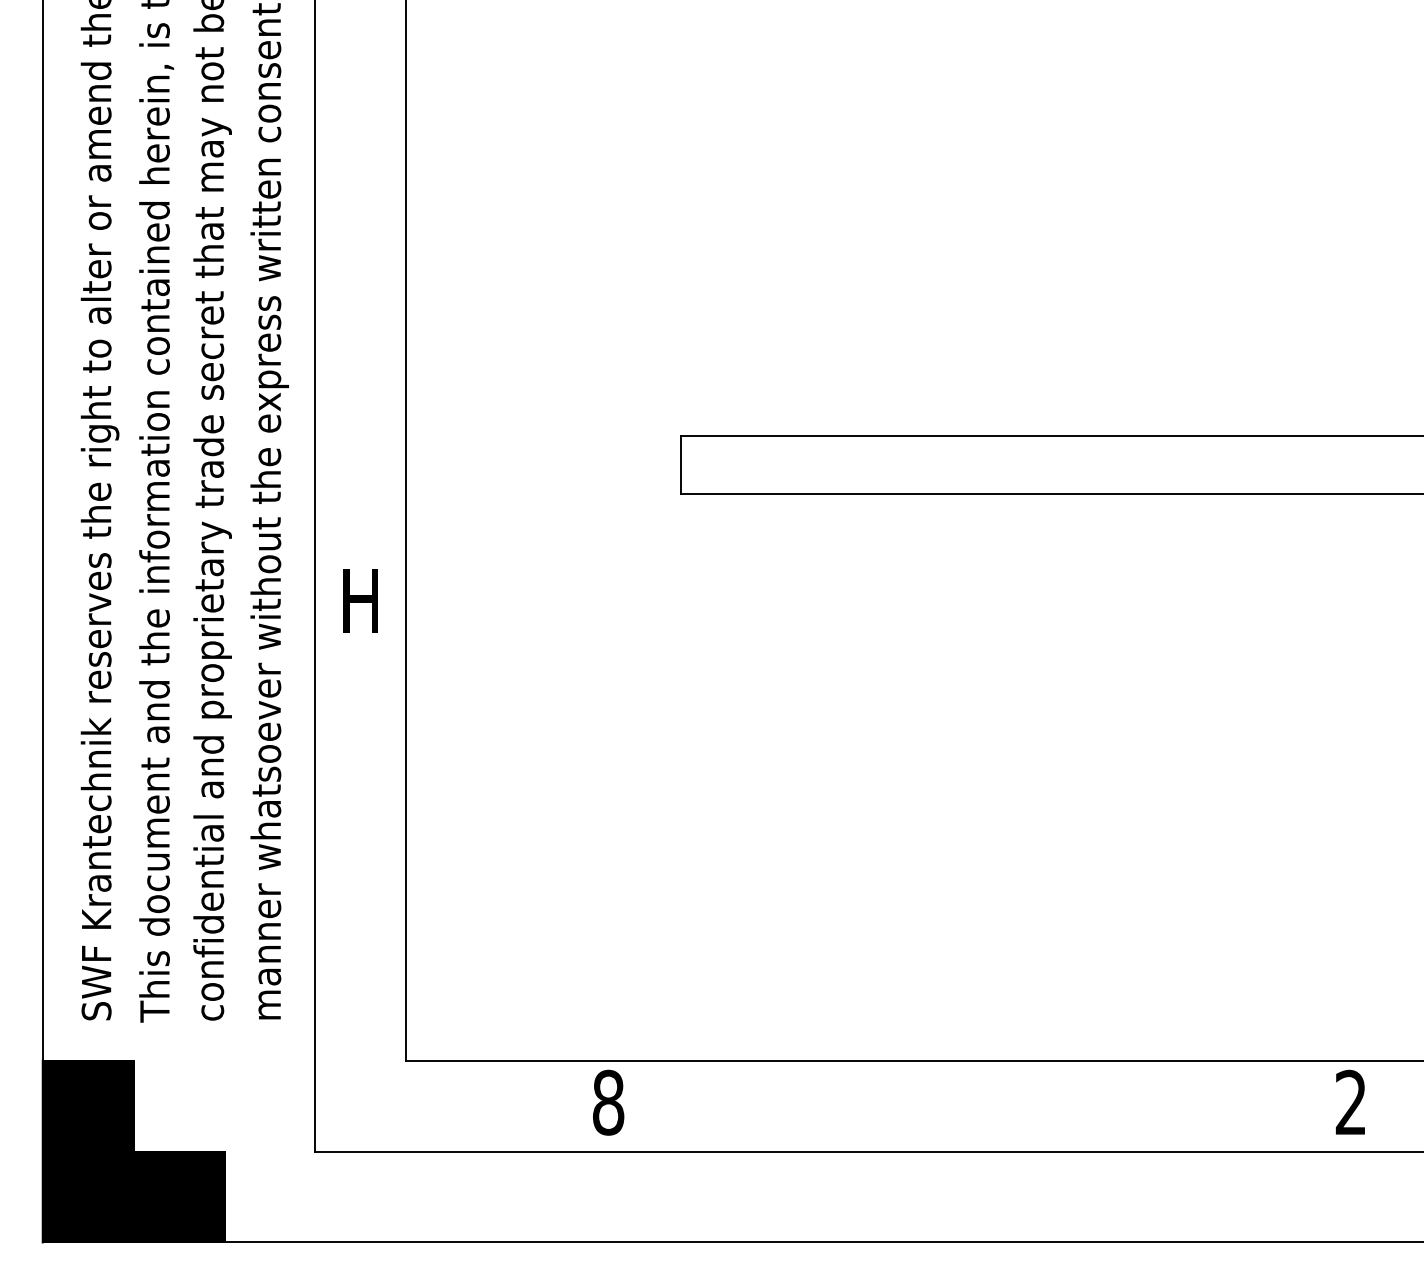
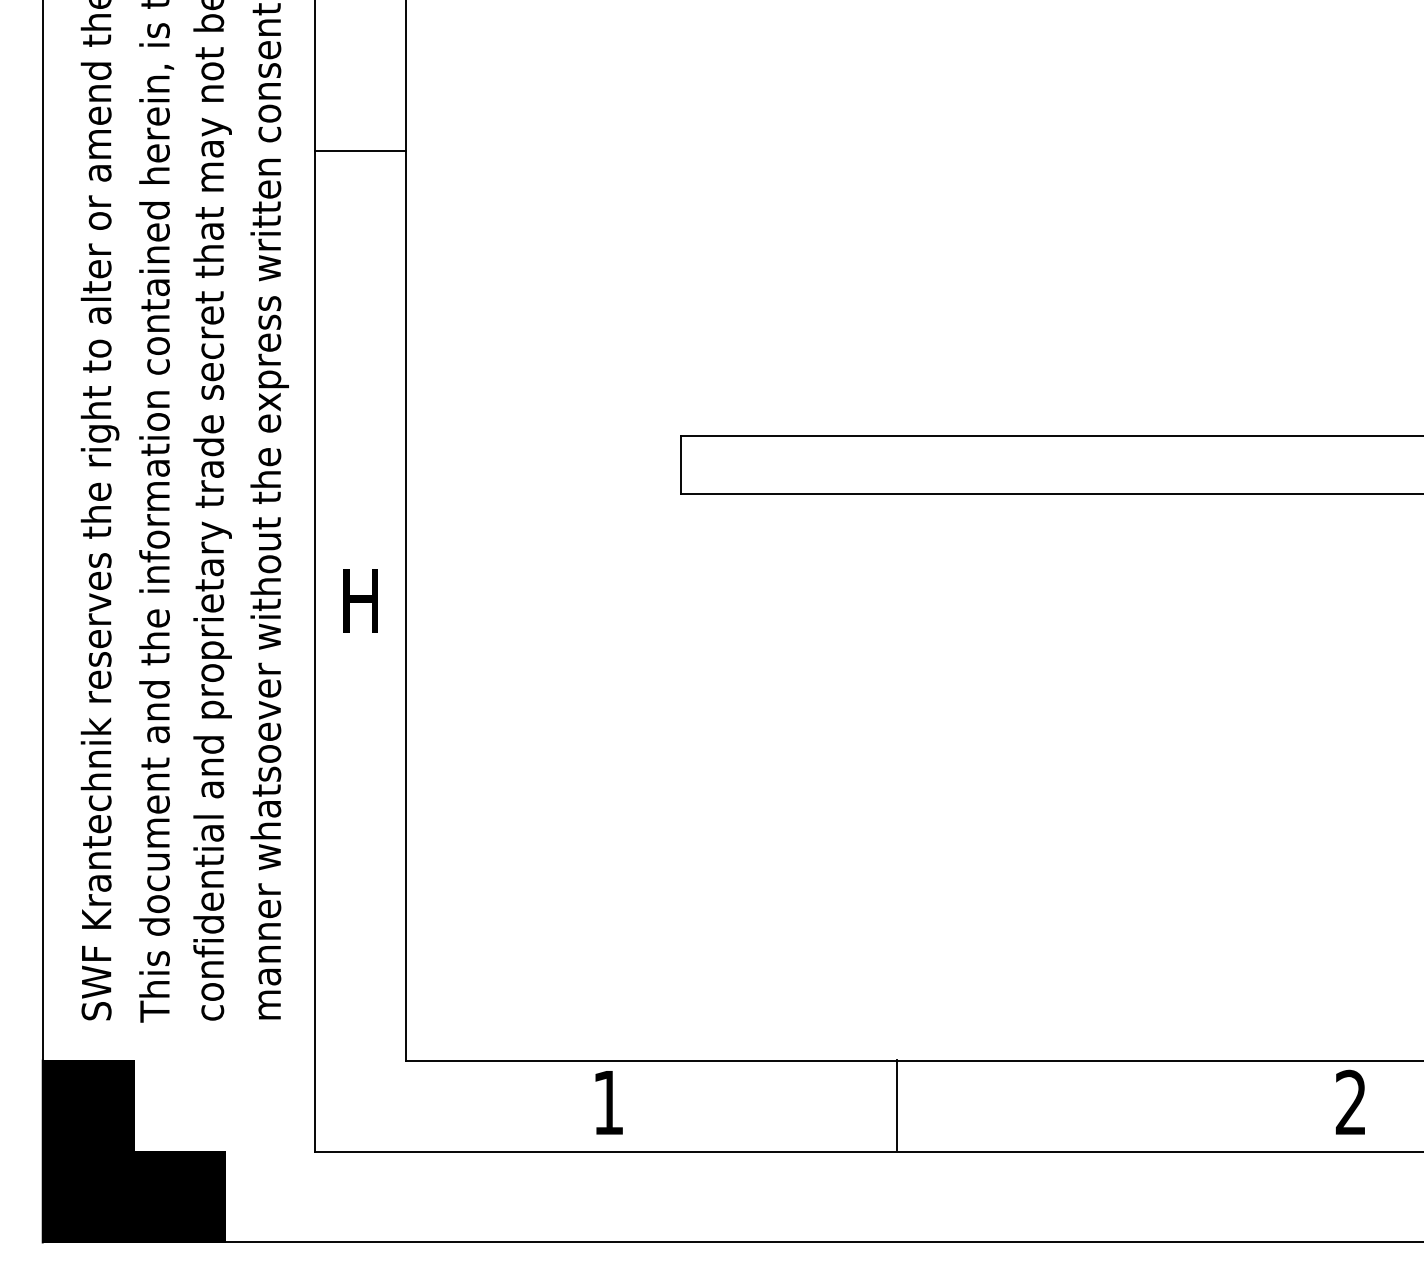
line at (360, 151): none -> present
text at (608, 1102): 8 -> 1
line at (897, 1104): none -> present
